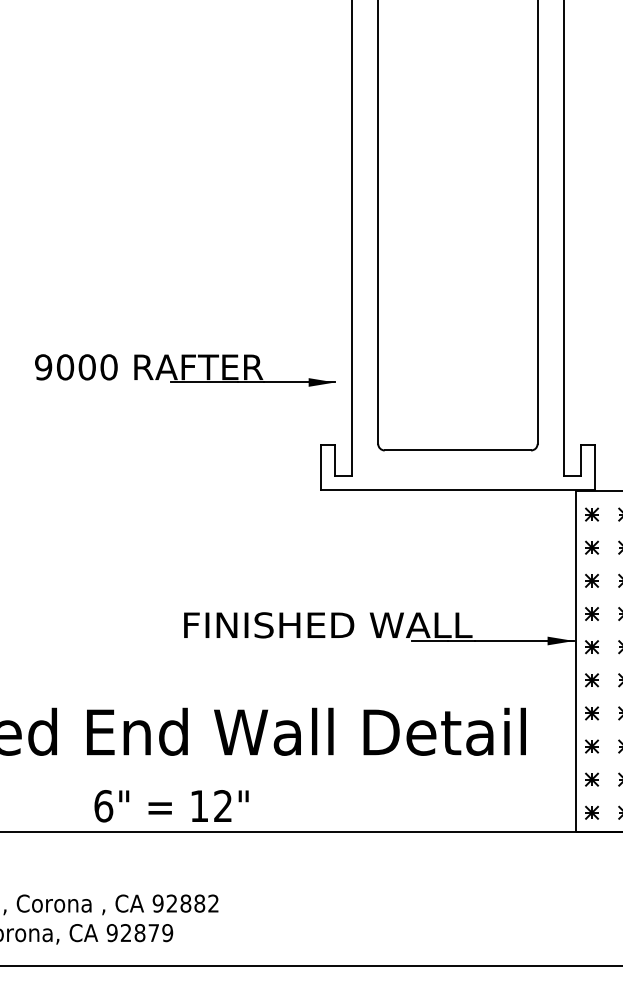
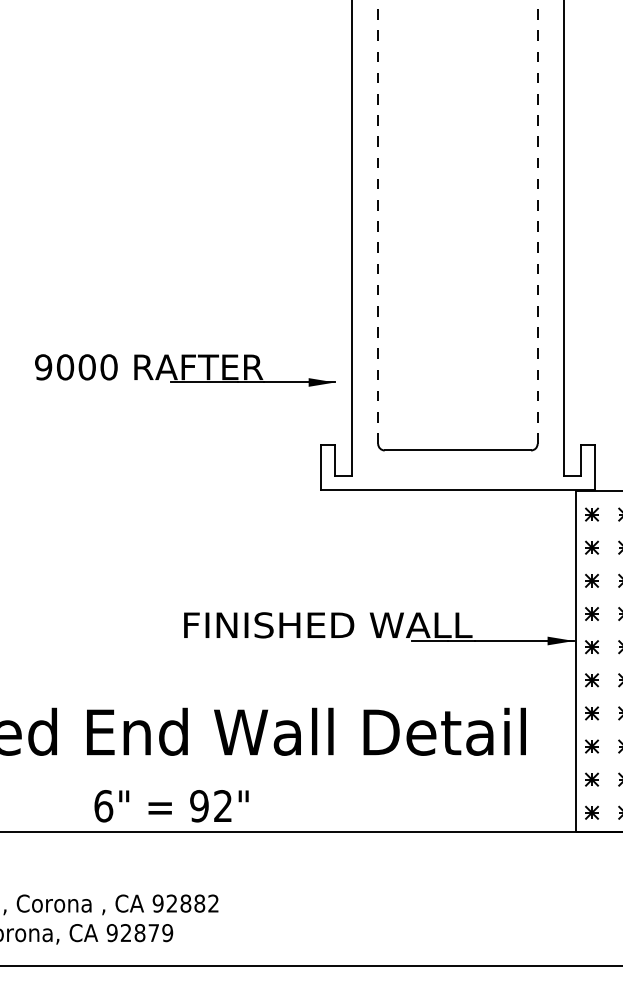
line at (378, 222): solid -> dashed
line at (537, 222): solid -> dashed
text at (199, 806): 12" -> 92"
